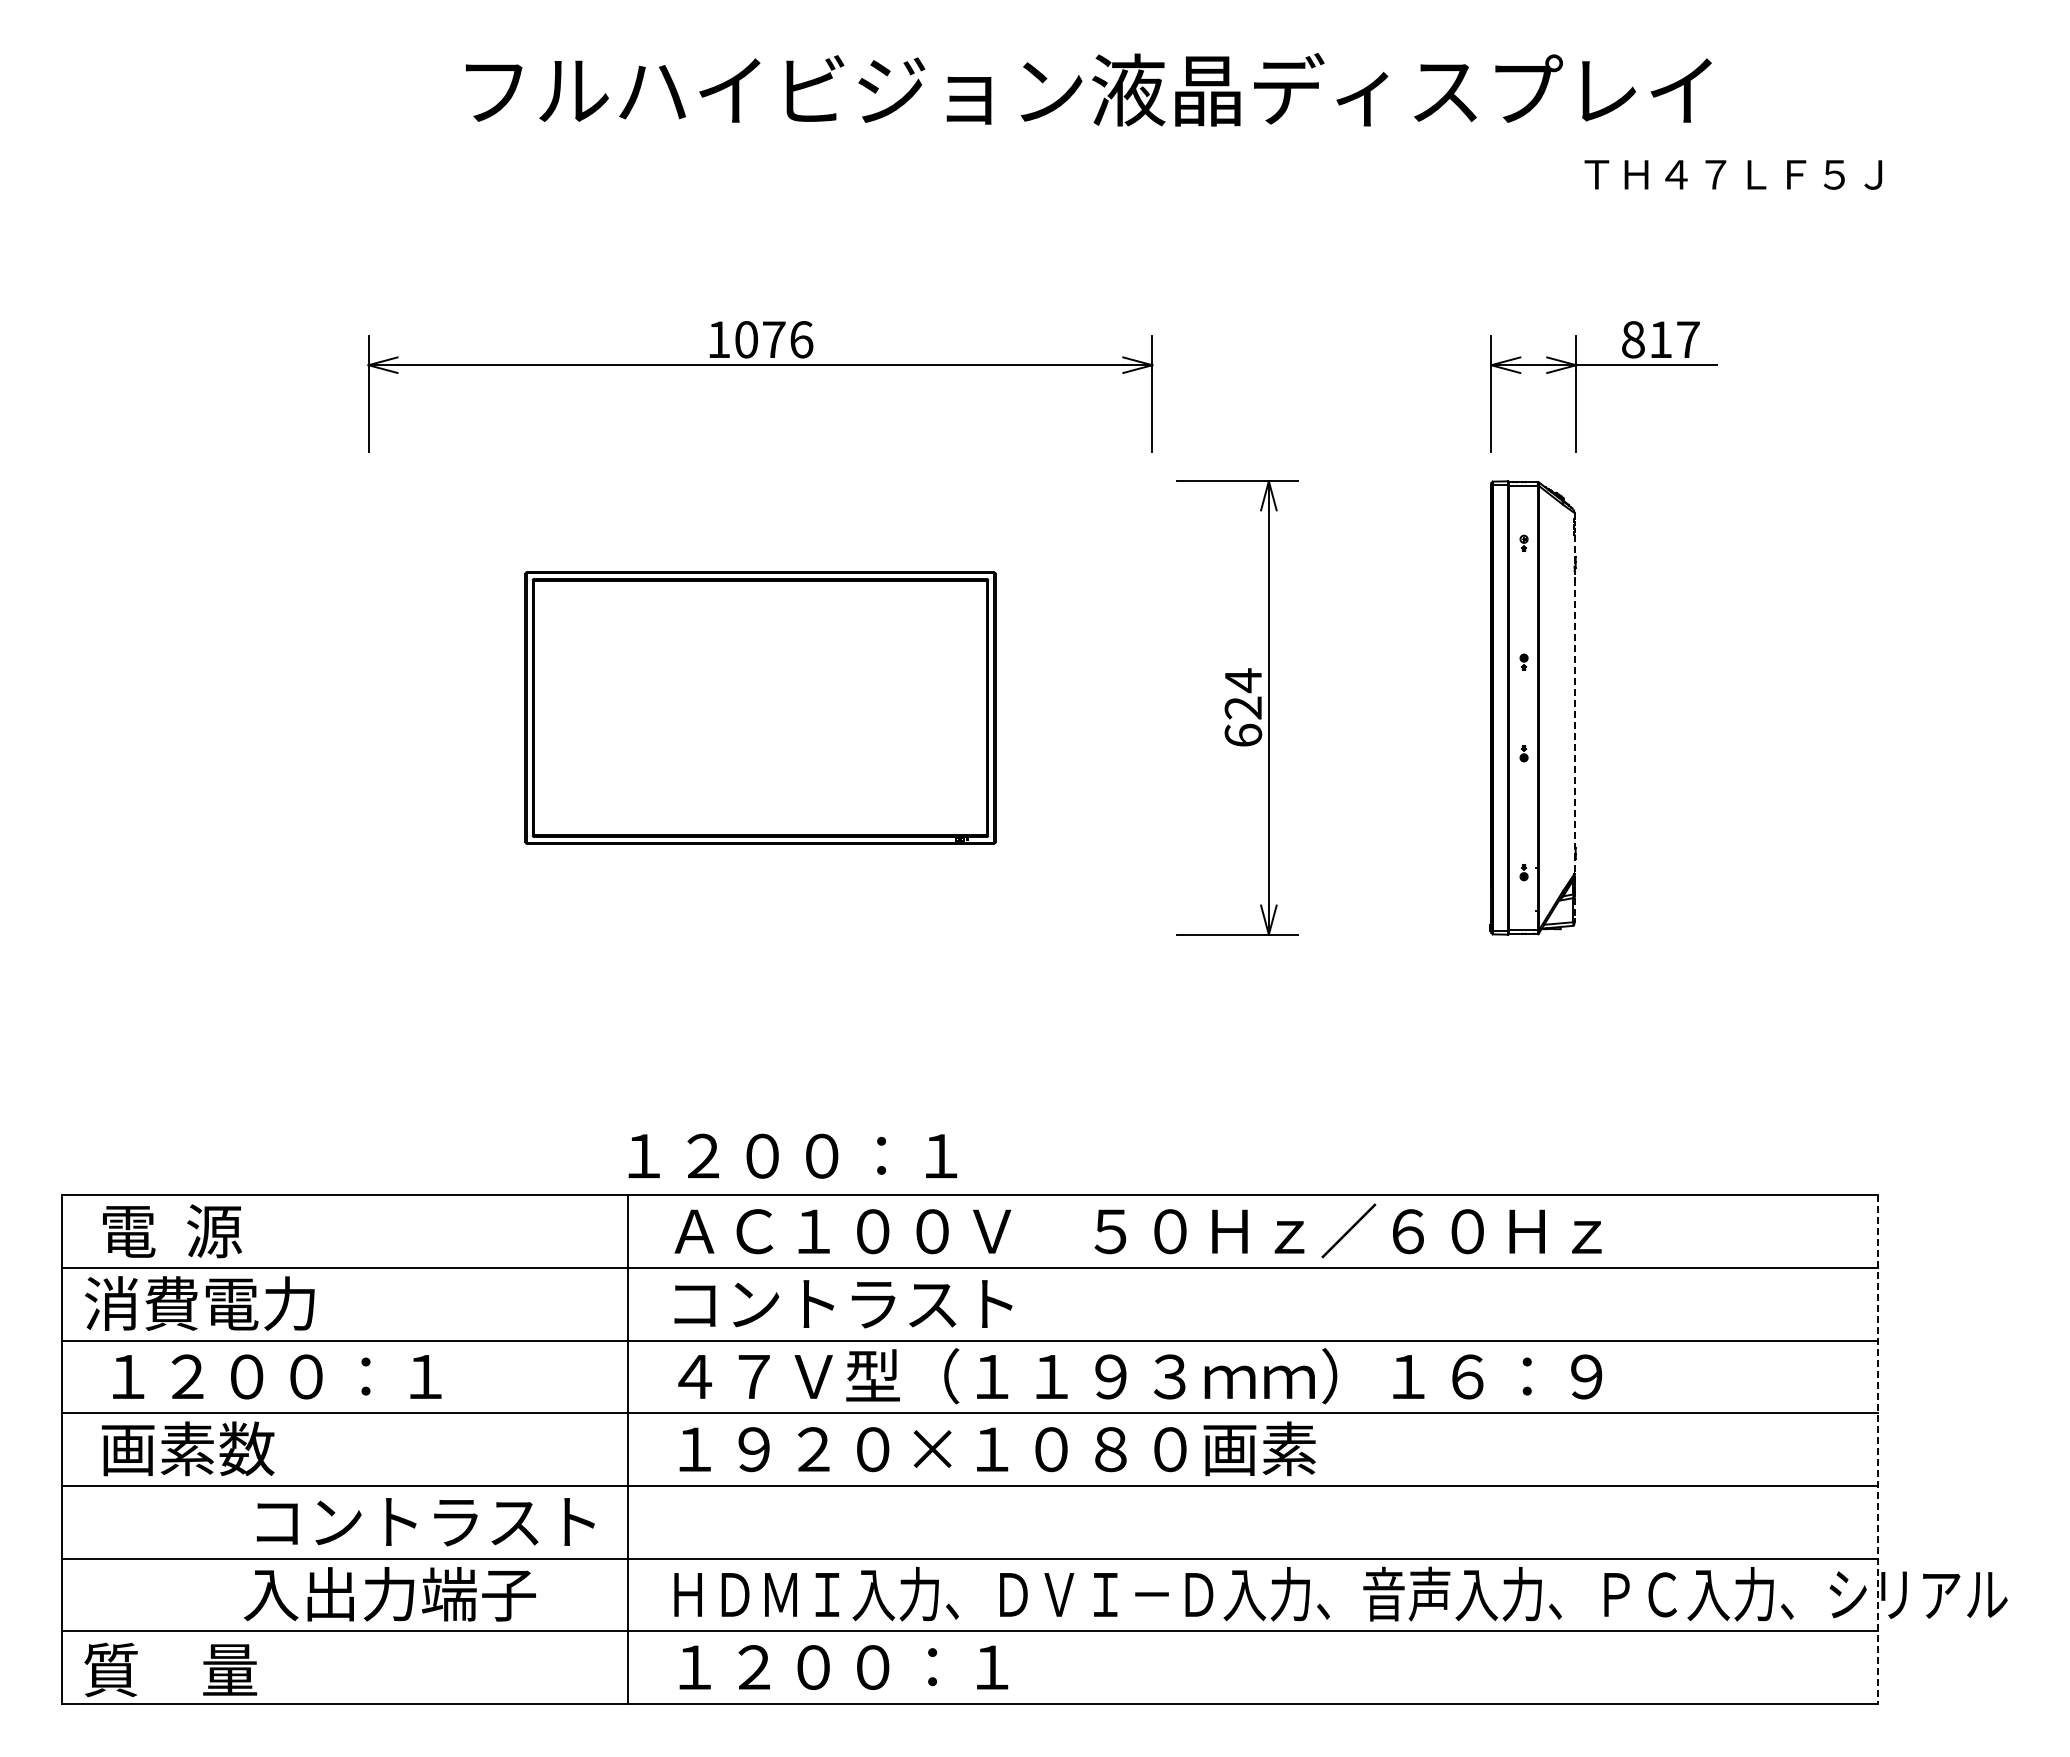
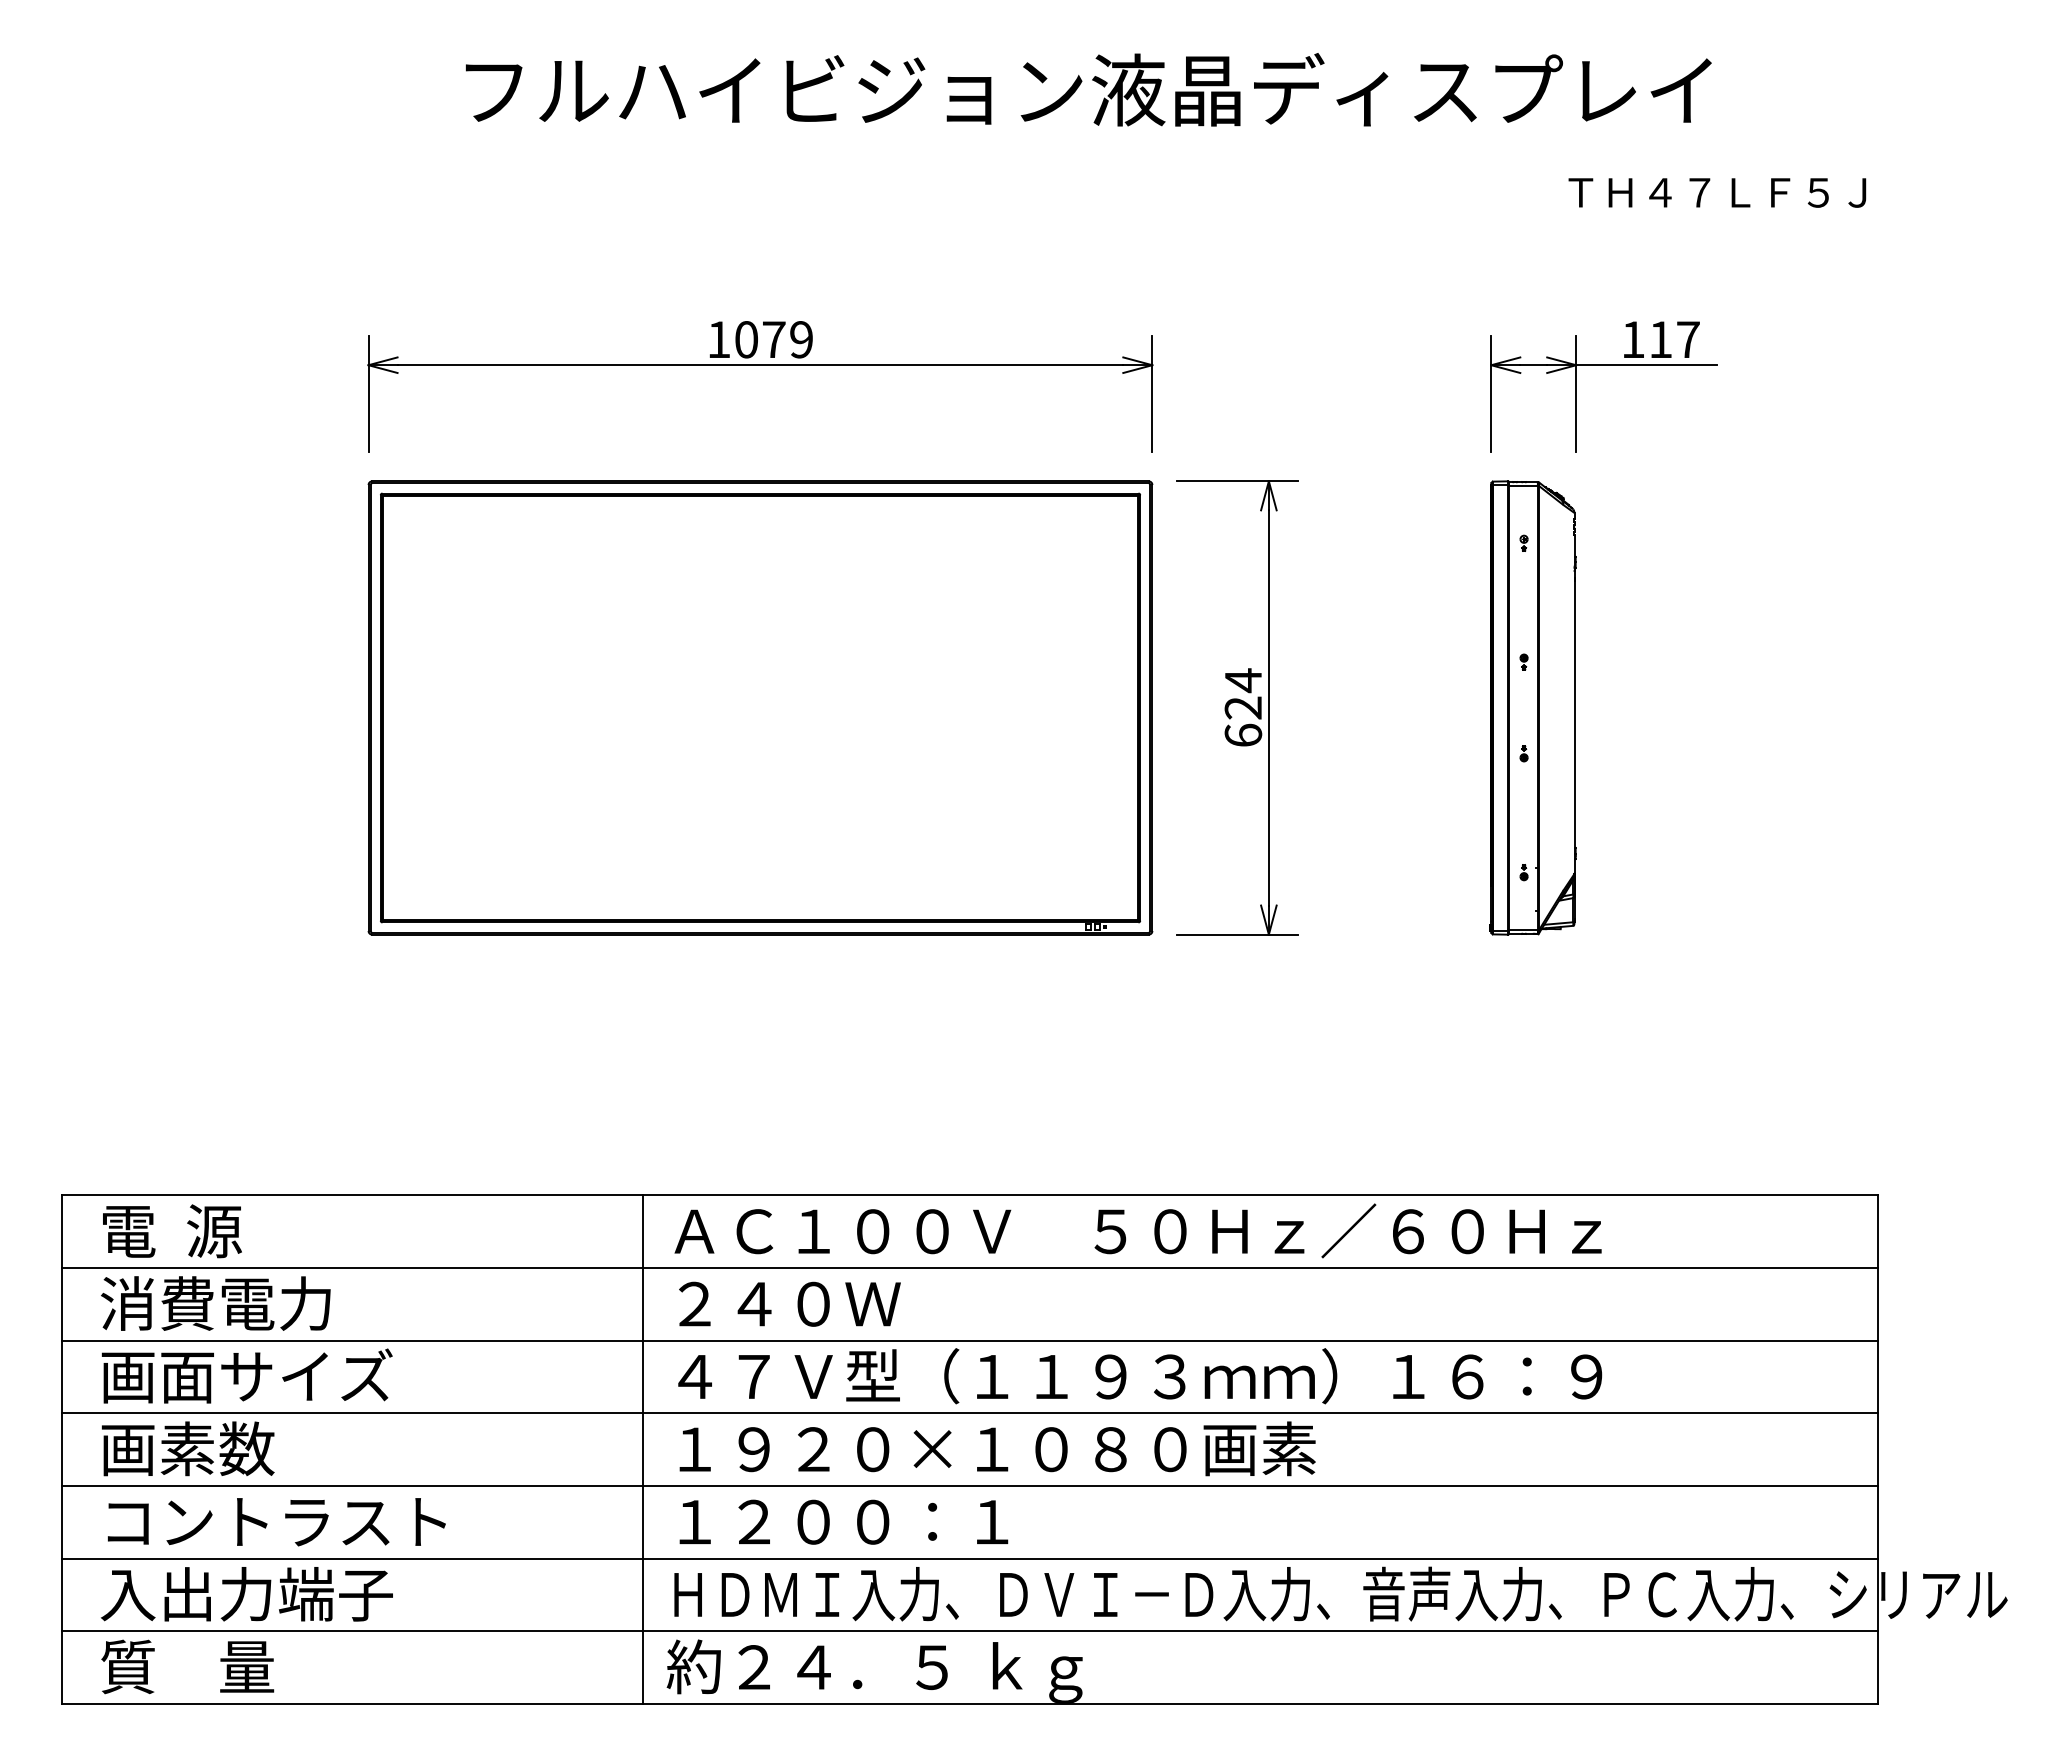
text at (1733, 174) position: (1733, 174) -> (1717, 192)
text at (801, 339): 1076 -> 1079
text at (1633, 339): 817 -> 117
part at (760, 707) size: 473x274 px -> 787x456 px
line at (1574, 728): dashed -> solid
text at (792, 1155) position: (792, 1155) -> (843, 1521)
text at (199, 1303) position: (199, 1303) -> (215, 1303)
text at (843, 1304): コントラスト -> ２４０Ｗ
text at (271, 1375): １２００：１ -> 画面サイズ
line at (628, 1449) position: (628, 1449) -> (643, 1449)
line at (1878, 1450): dashed -> solid
text at (425, 1522) position: (425, 1522) -> (276, 1522)
text at (389, 1594) position: (389, 1594) -> (246, 1594)
text at (170, 1669) position: (170, 1669) -> (187, 1666)
text at (874, 1670): １２００：１ -> 約２４．５ ｋｇ
